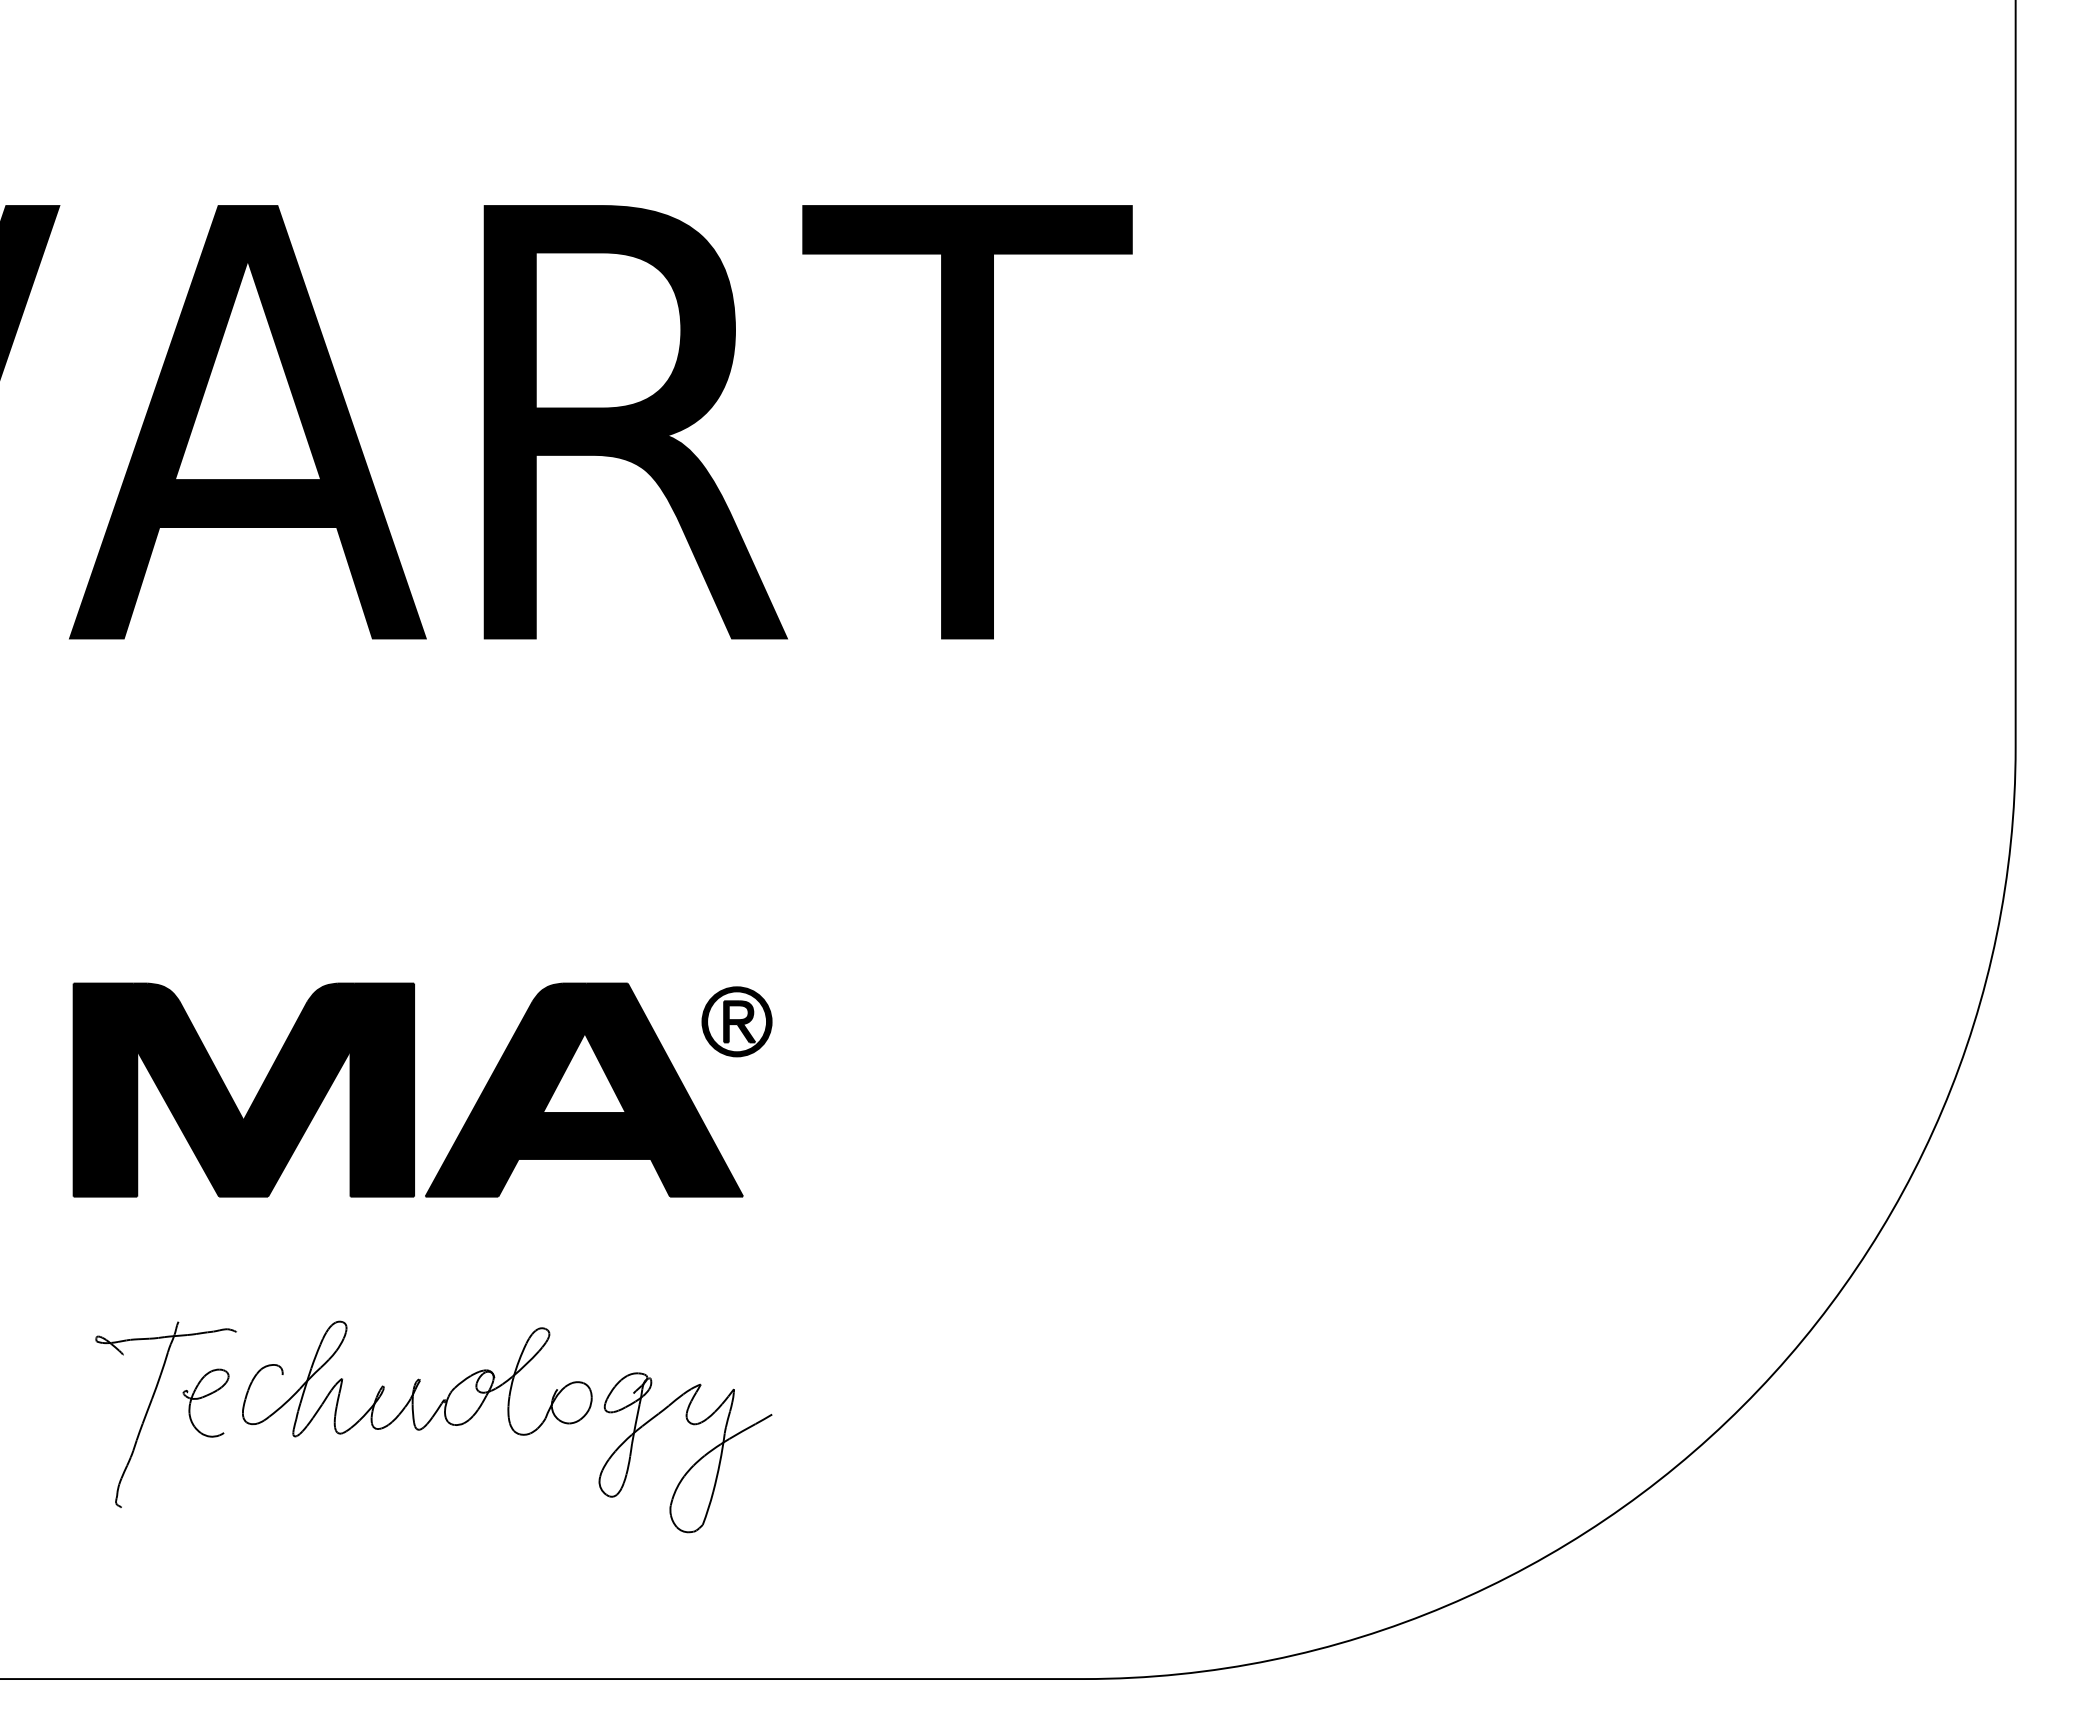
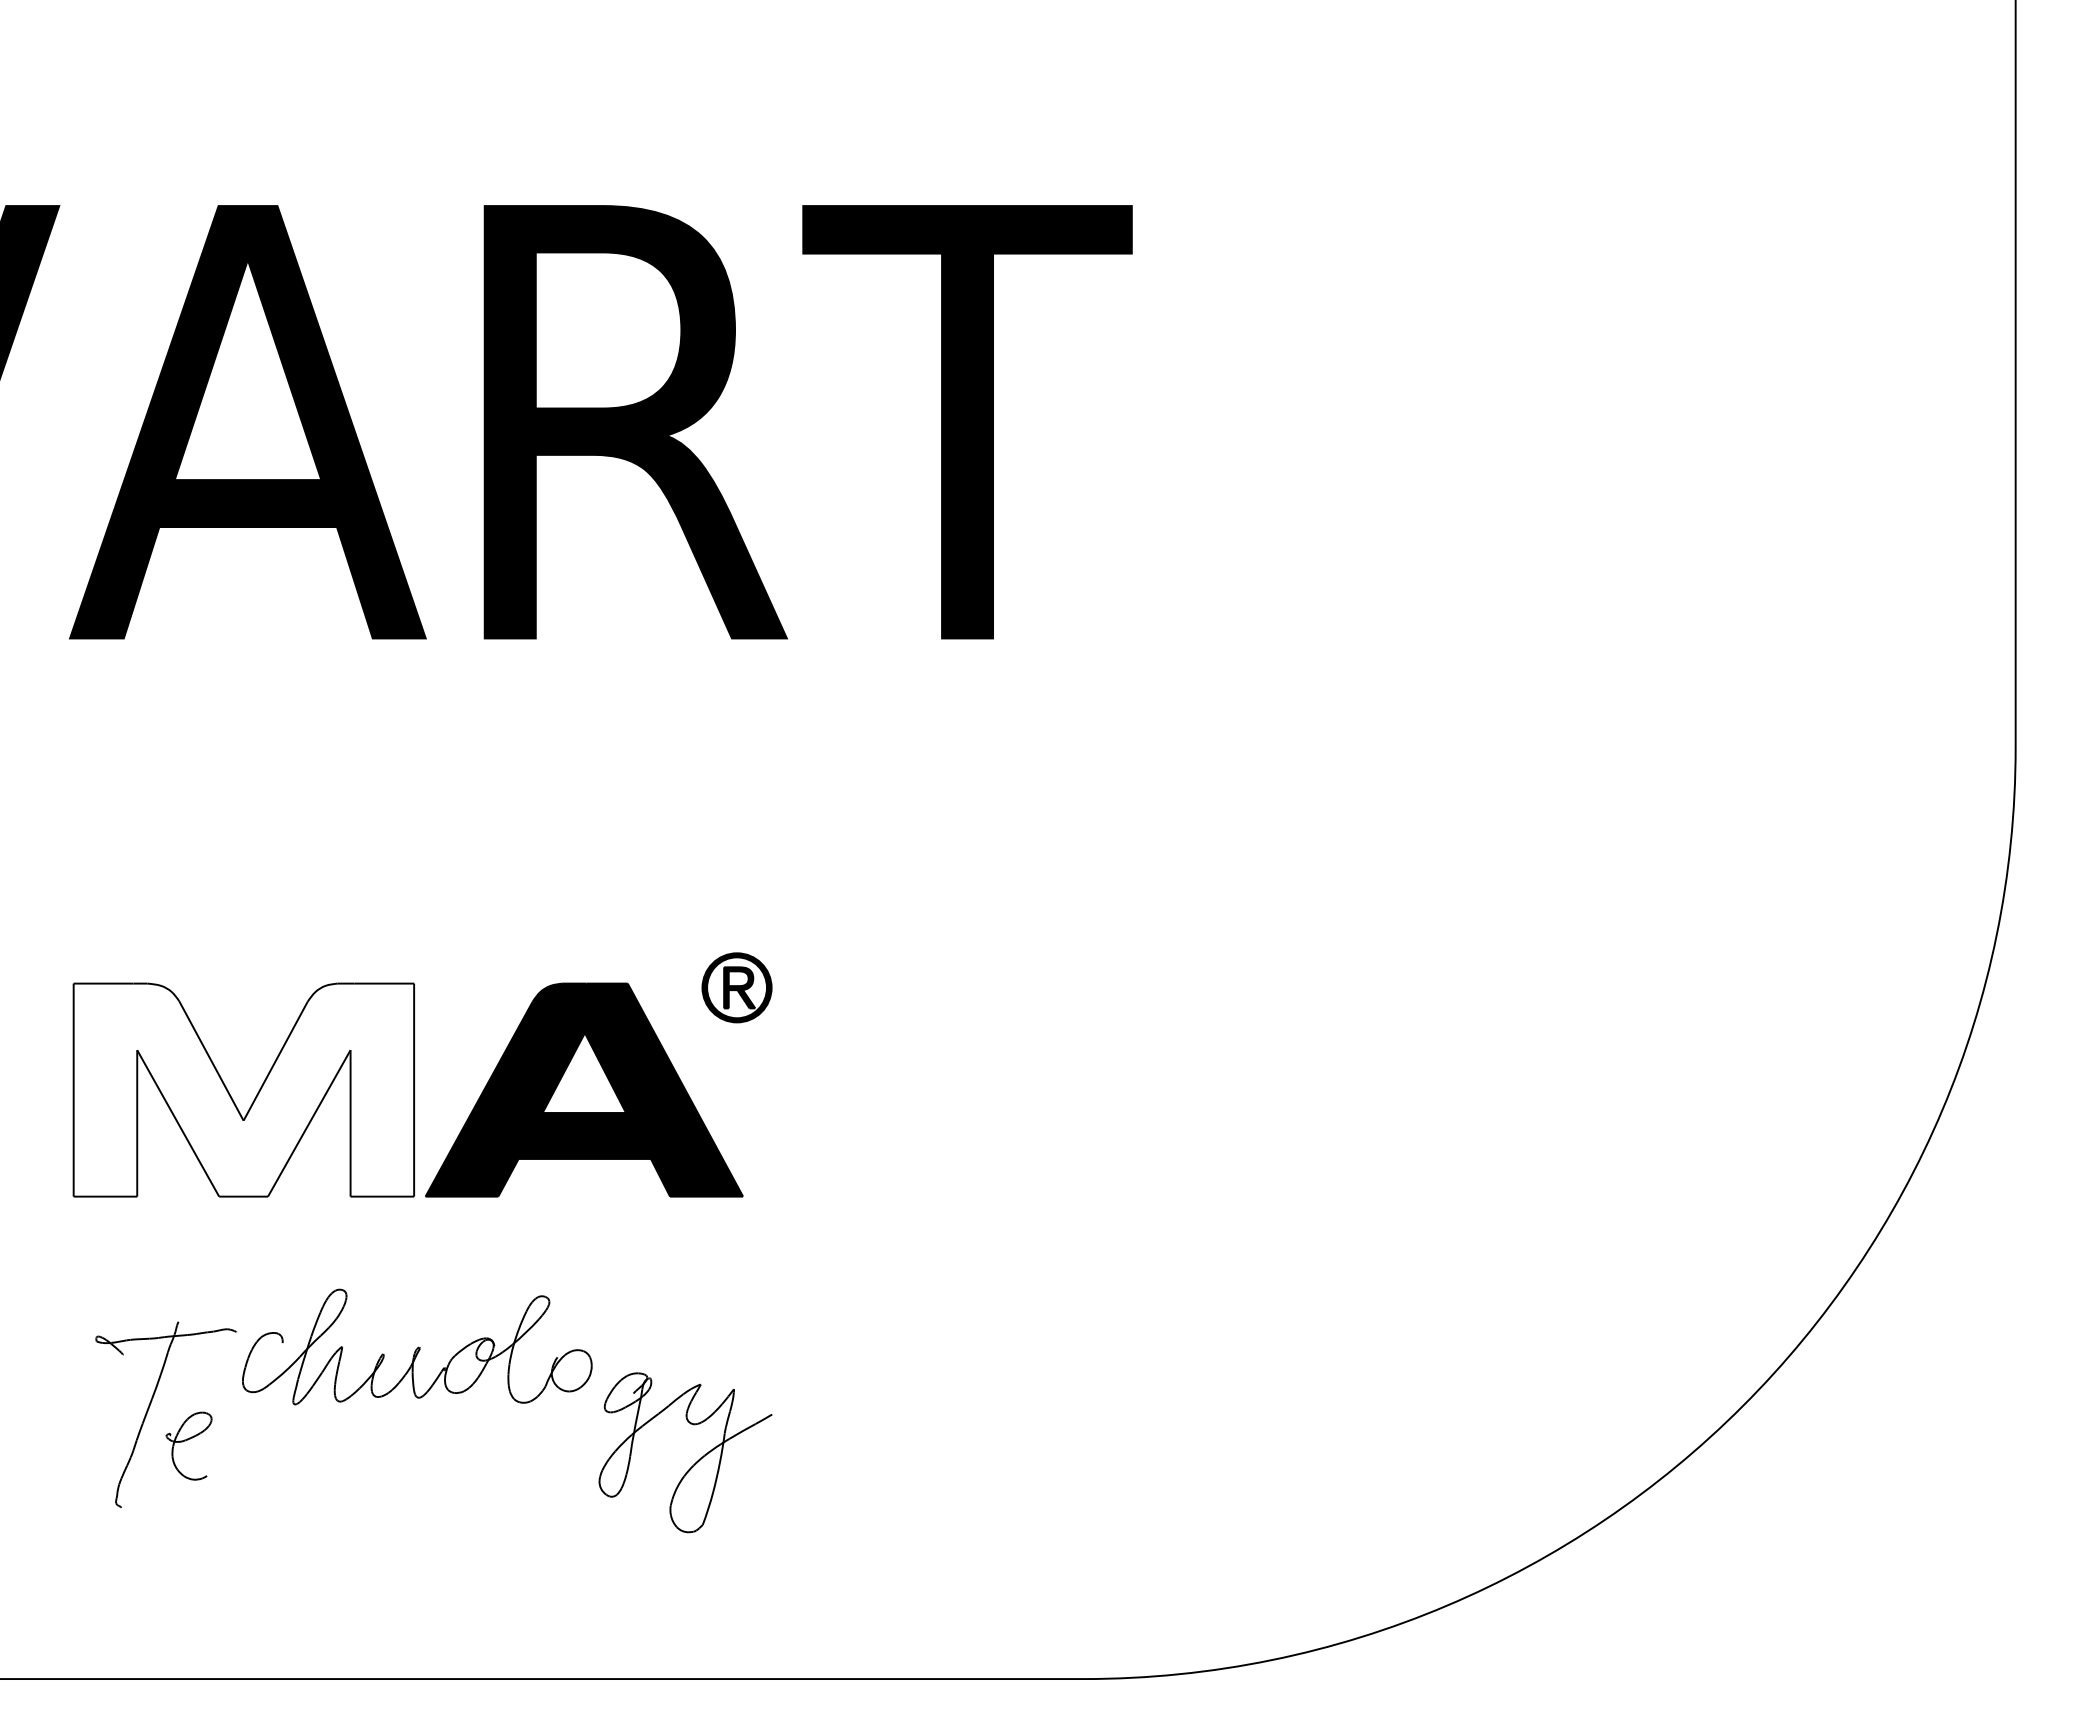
part at (736, 1021) position: (736, 1021) -> (736, 987)
fill at (243, 1089): present -> none
part at (417, 1378) position: (417, 1378) -> (417, 1346)
part at (205, 1402) position: (205, 1402) -> (188, 1445)
